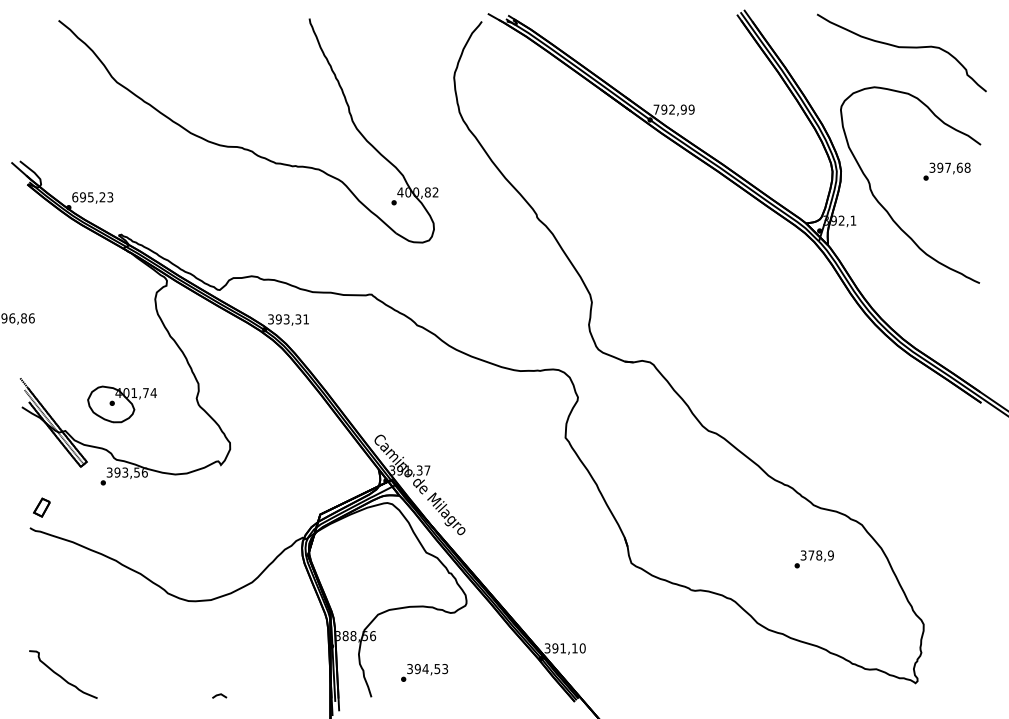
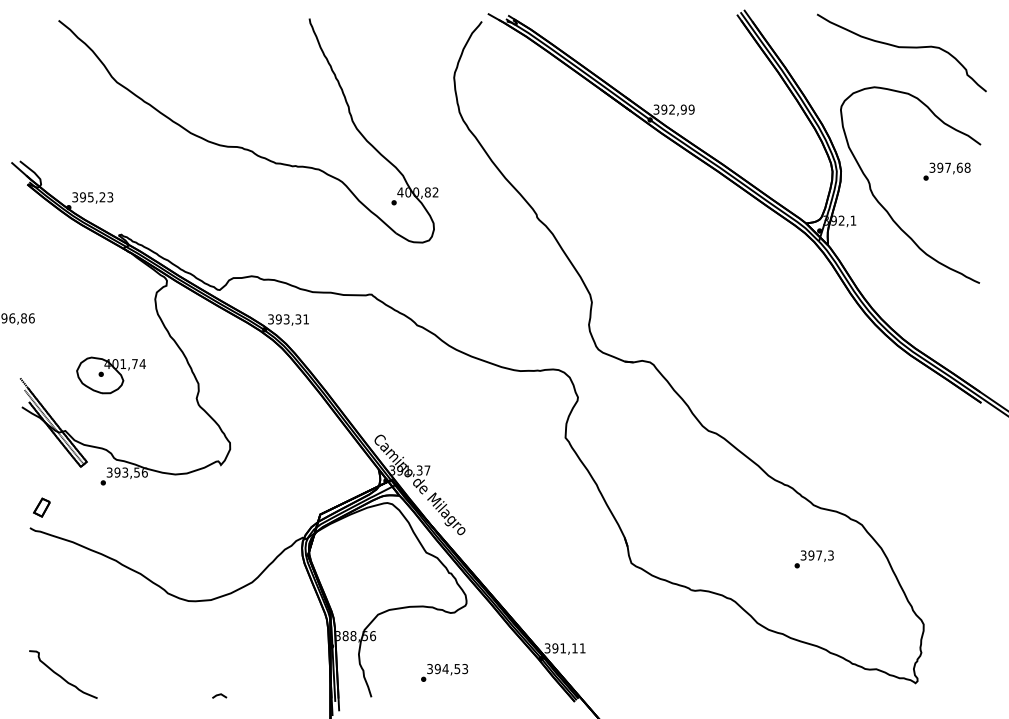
text at (656, 109): 792,99 -> 392,99
text at (75, 197): 695,23 -> 395,23
part at (121, 404) position: (121, 404) -> (110, 375)
text at (820, 555): 378,9 -> 397,3
text at (582, 648): 391,10 -> 391,11
text at (424, 672) position: (424, 672) -> (444, 672)
